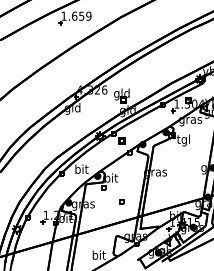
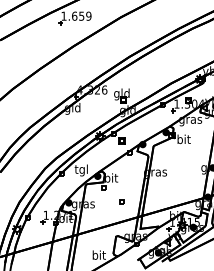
text at (183, 140): tgl -> bit
text at (81, 170): bit -> tgl
